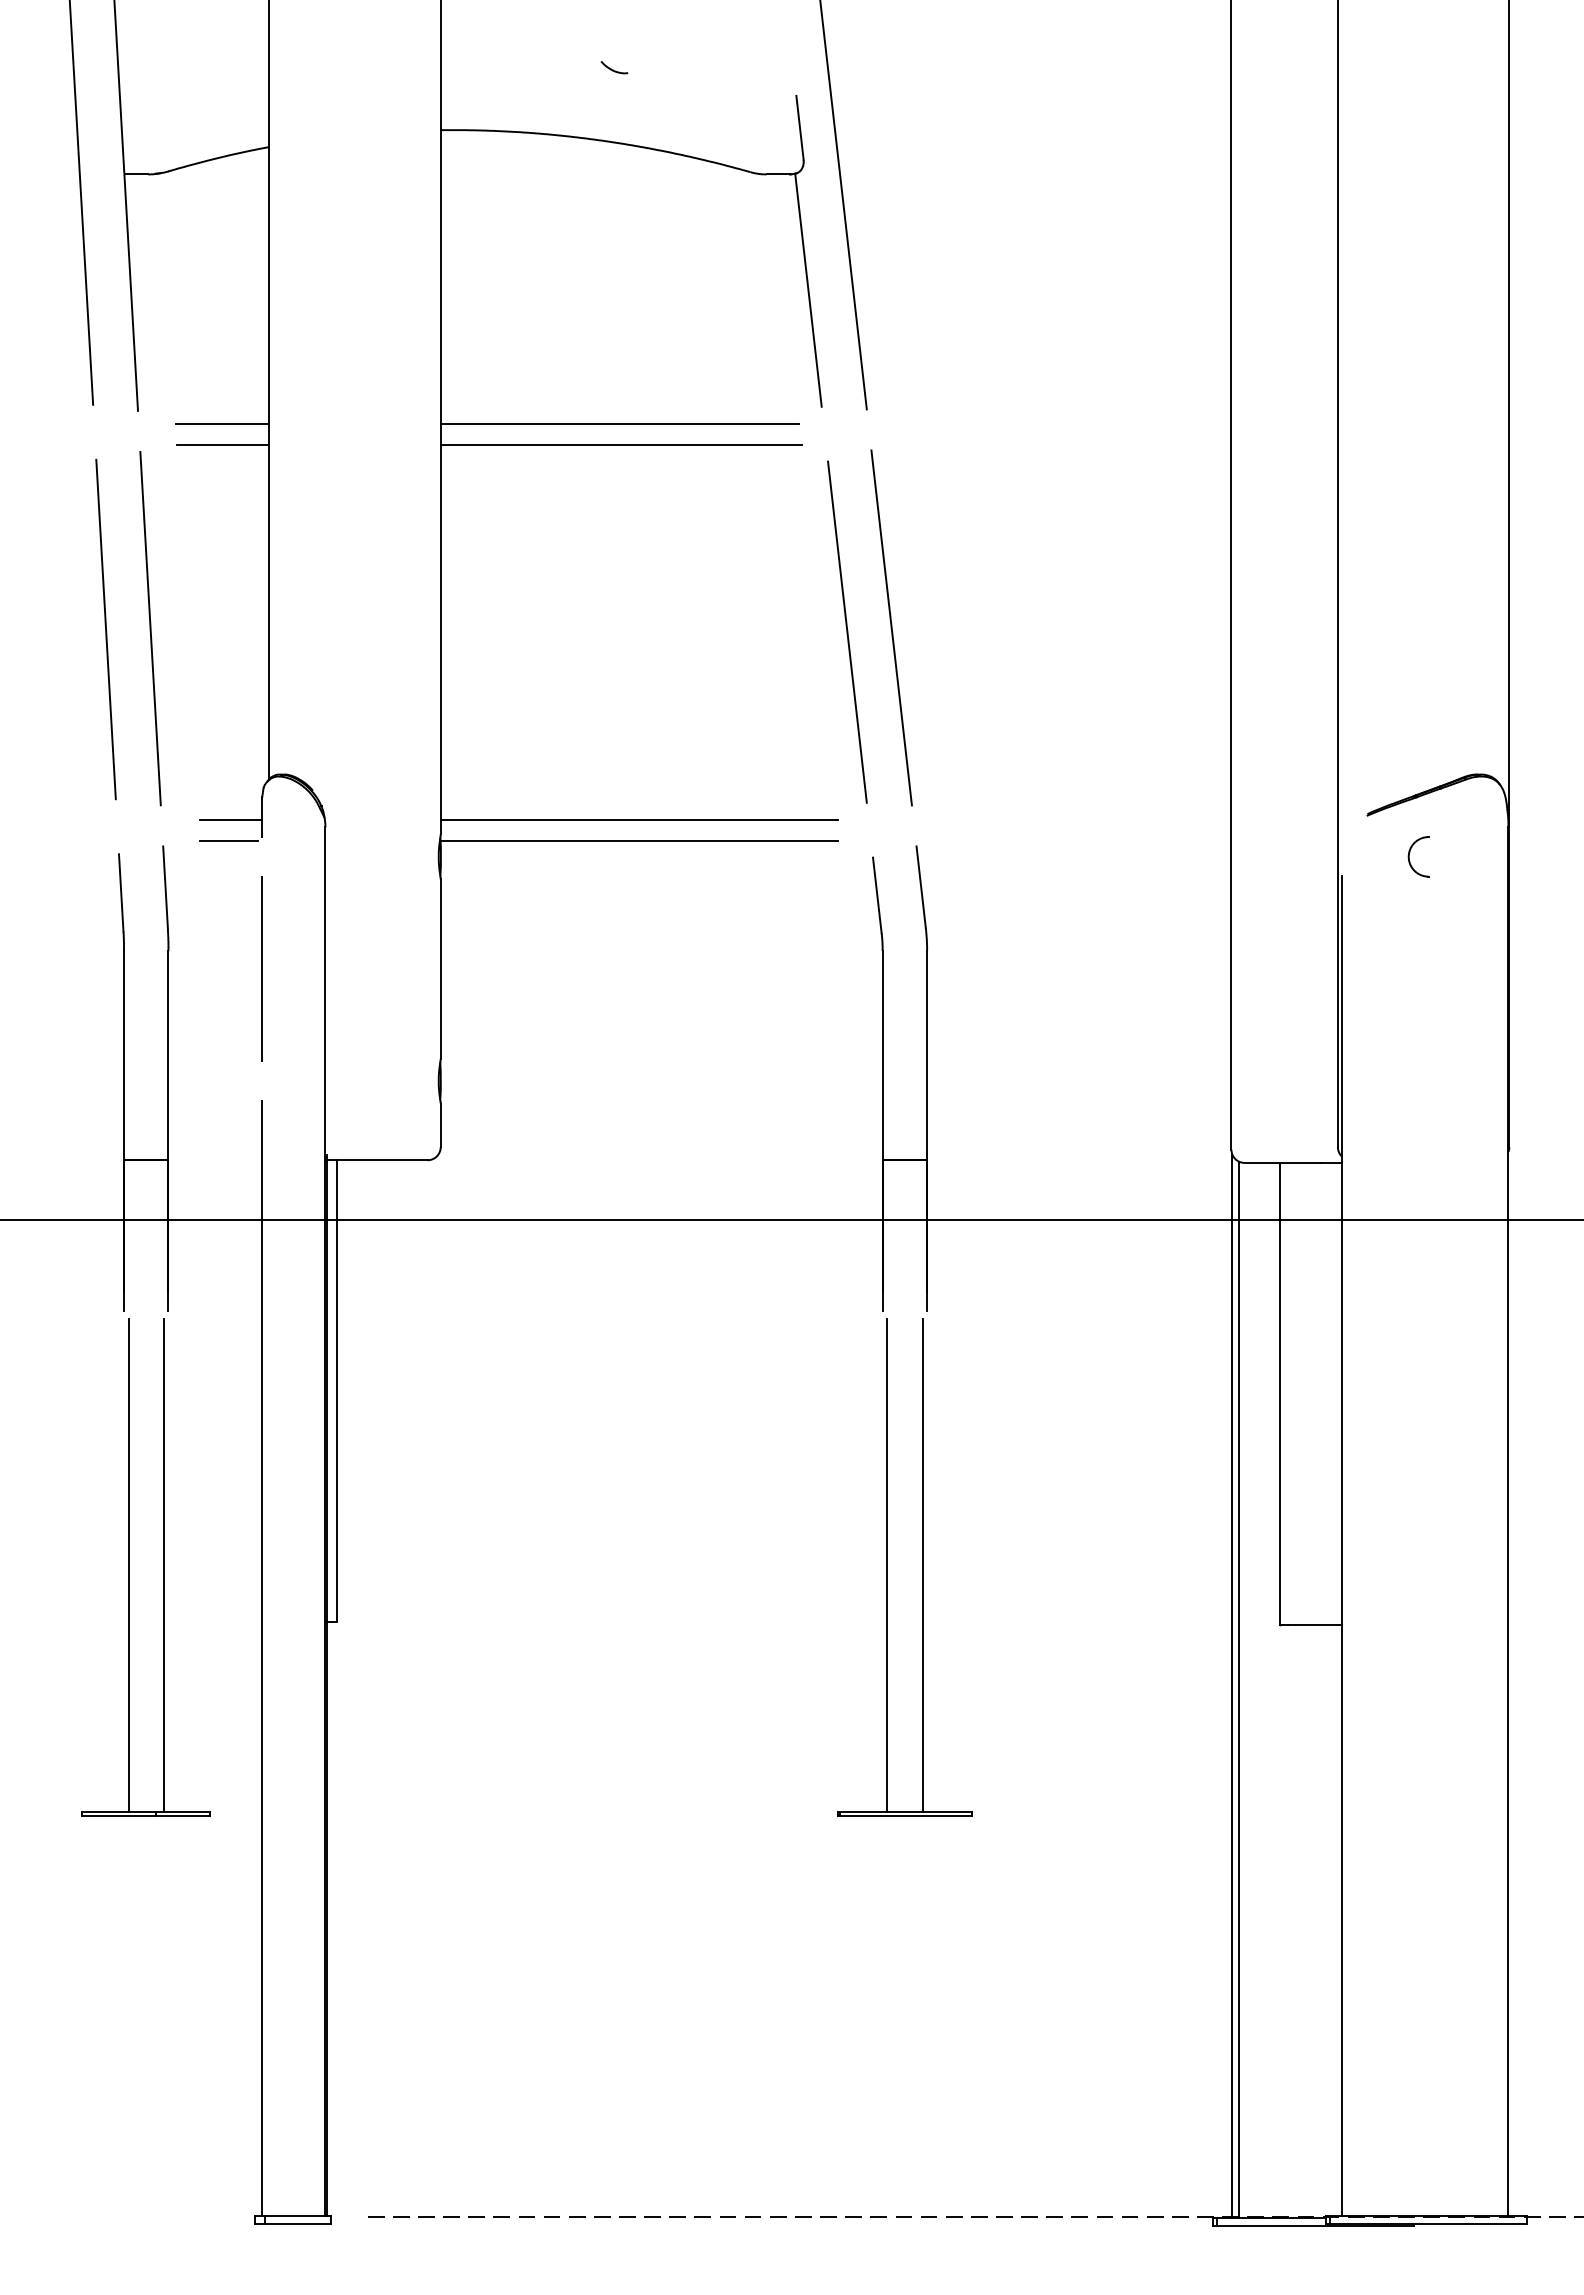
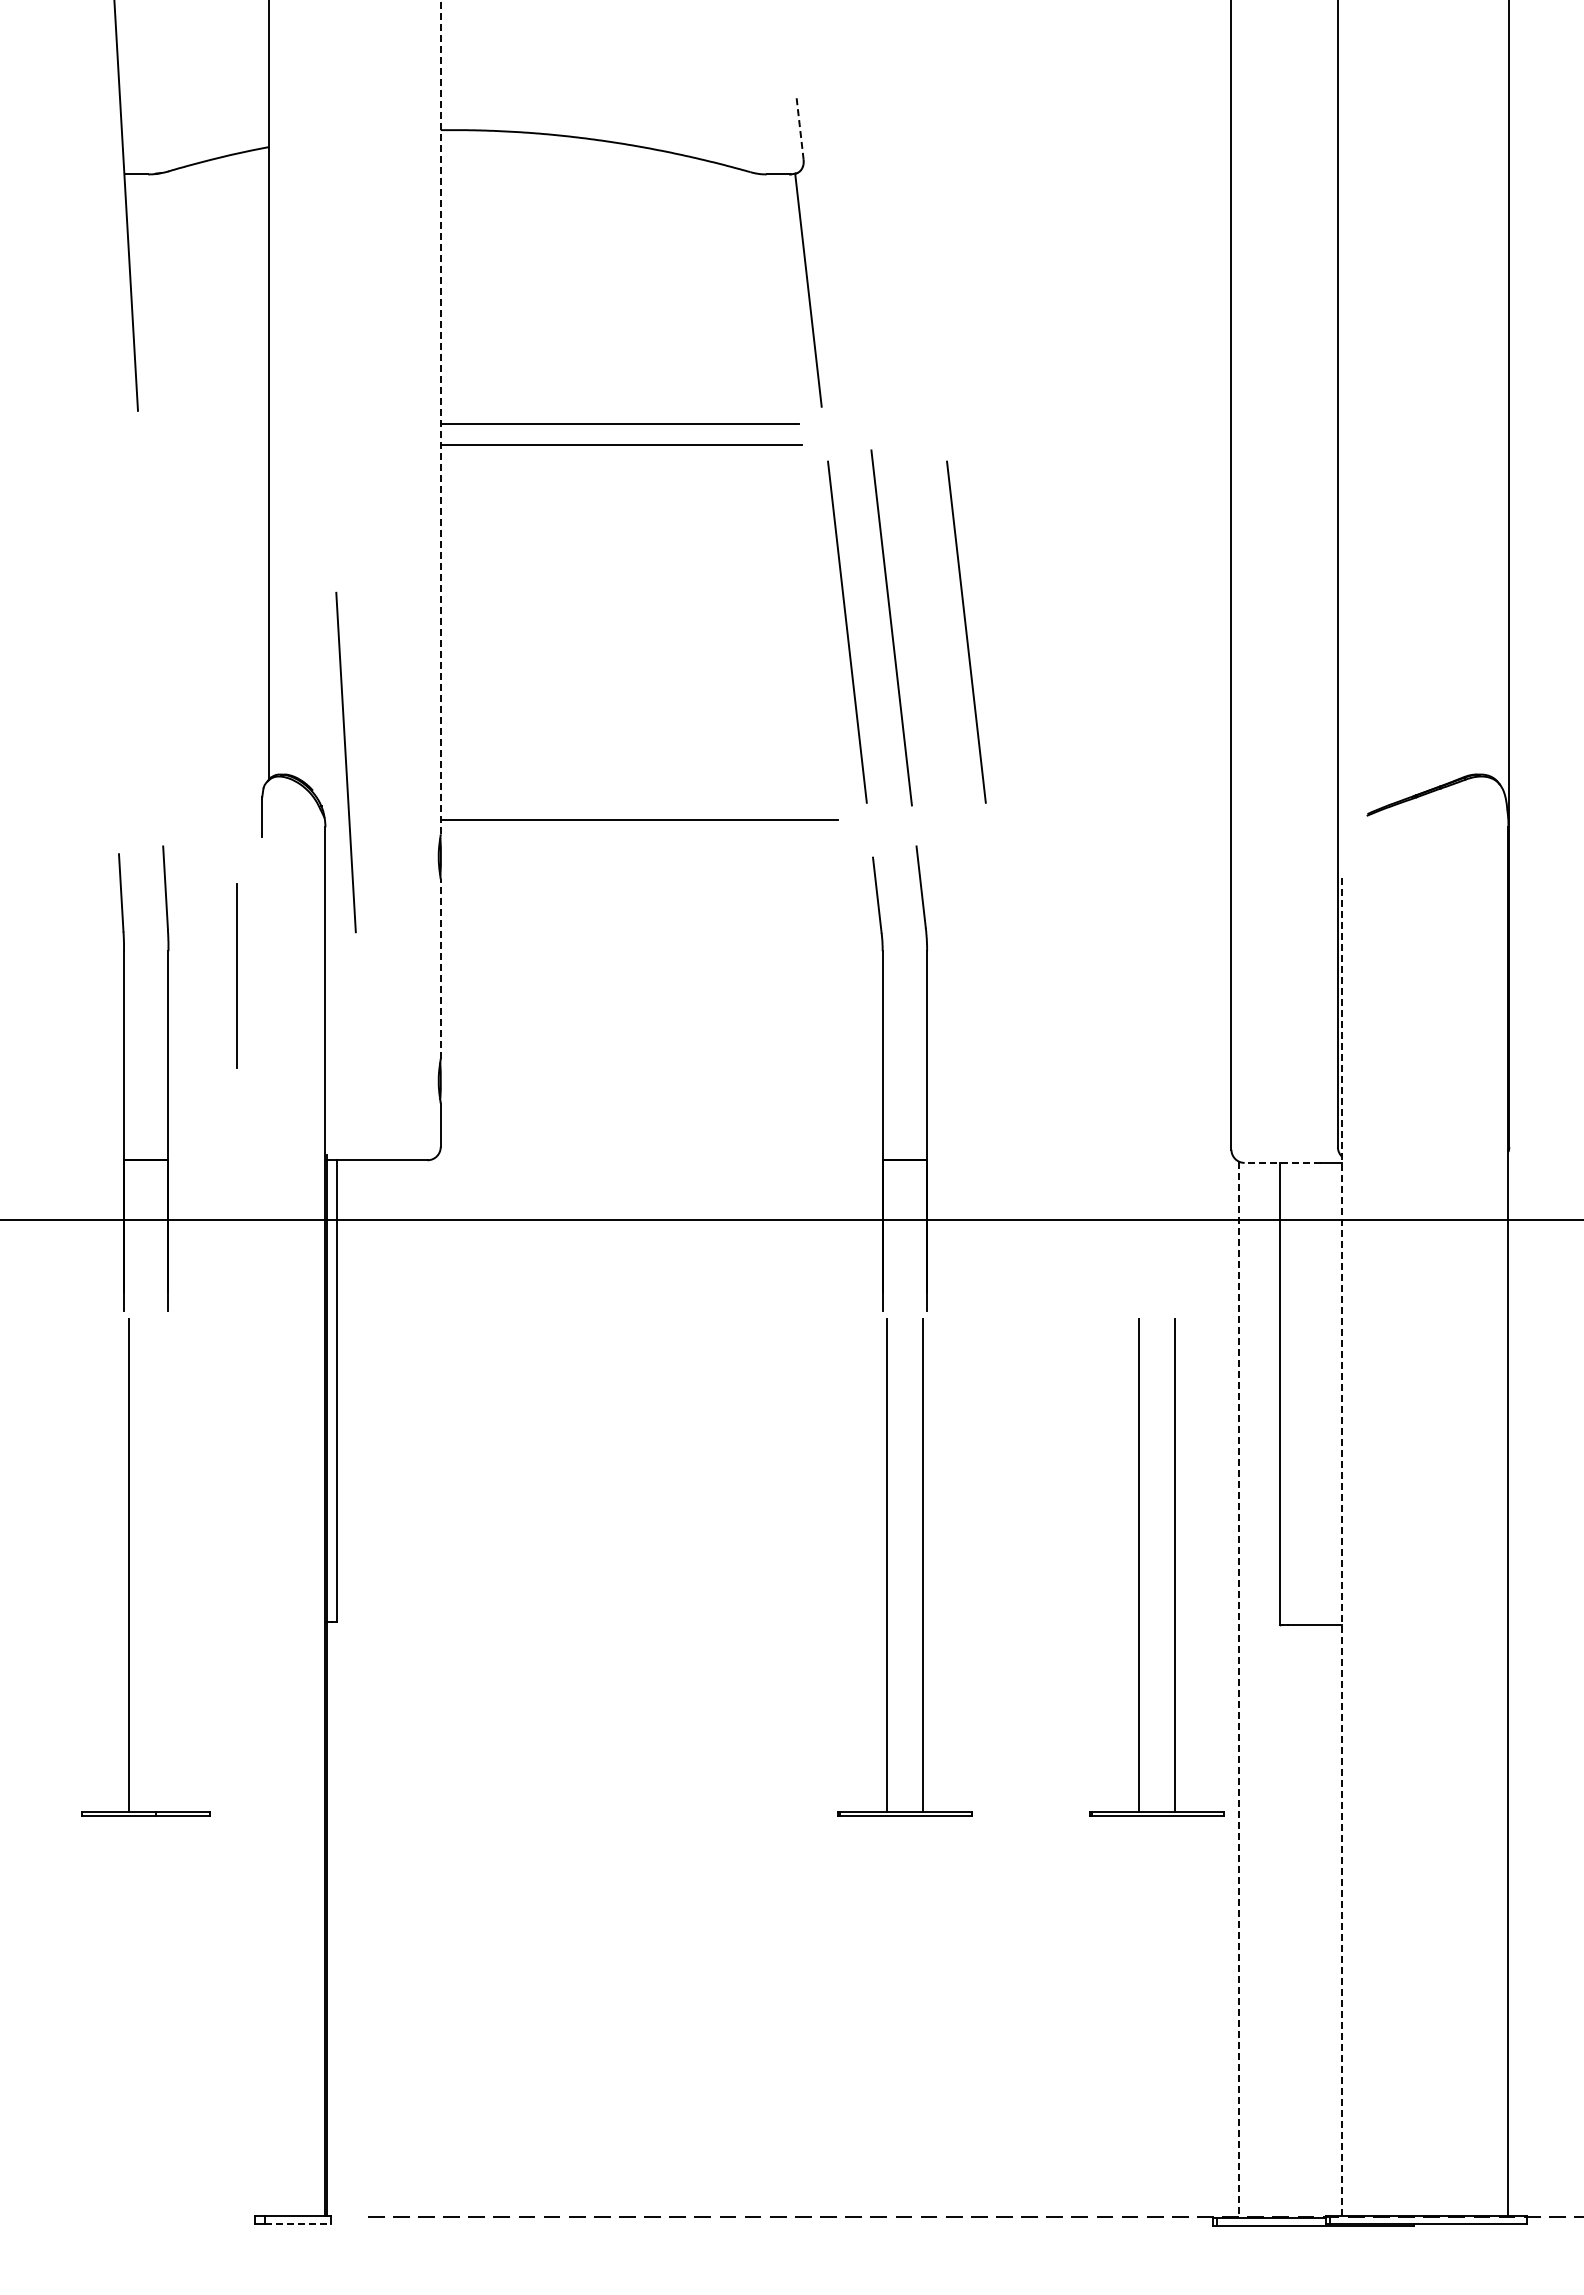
curve at (613, 69): present -> none
line at (799, 127): solid -> dashed
line at (81, 203): present -> none
line at (843, 205): present -> none
line at (440, 417): solid -> dashed
line at (222, 424): present -> none
line at (223, 445): present -> none
line at (150, 628): present -> none
line at (105, 629) position: (105, 629) -> (345, 762)
line at (966, 631): none -> present
line at (230, 819): present -> none
line at (228, 841): present -> none
line at (639, 841): present -> none
part at (1410, 852): present -> none
line at (261, 968) position: (261, 968) -> (236, 975)
line at (440, 969): solid -> dashed
line at (1282, 1162): solid -> dashed
line at (1342, 1545): solid -> dashed
line at (163, 1564): present -> none
part at (1139, 1567): none -> present
line at (262, 1657): present -> none
line at (1232, 1686): present -> none
line at (1238, 1690): solid -> dashed
line at (298, 2223): solid -> dashed
